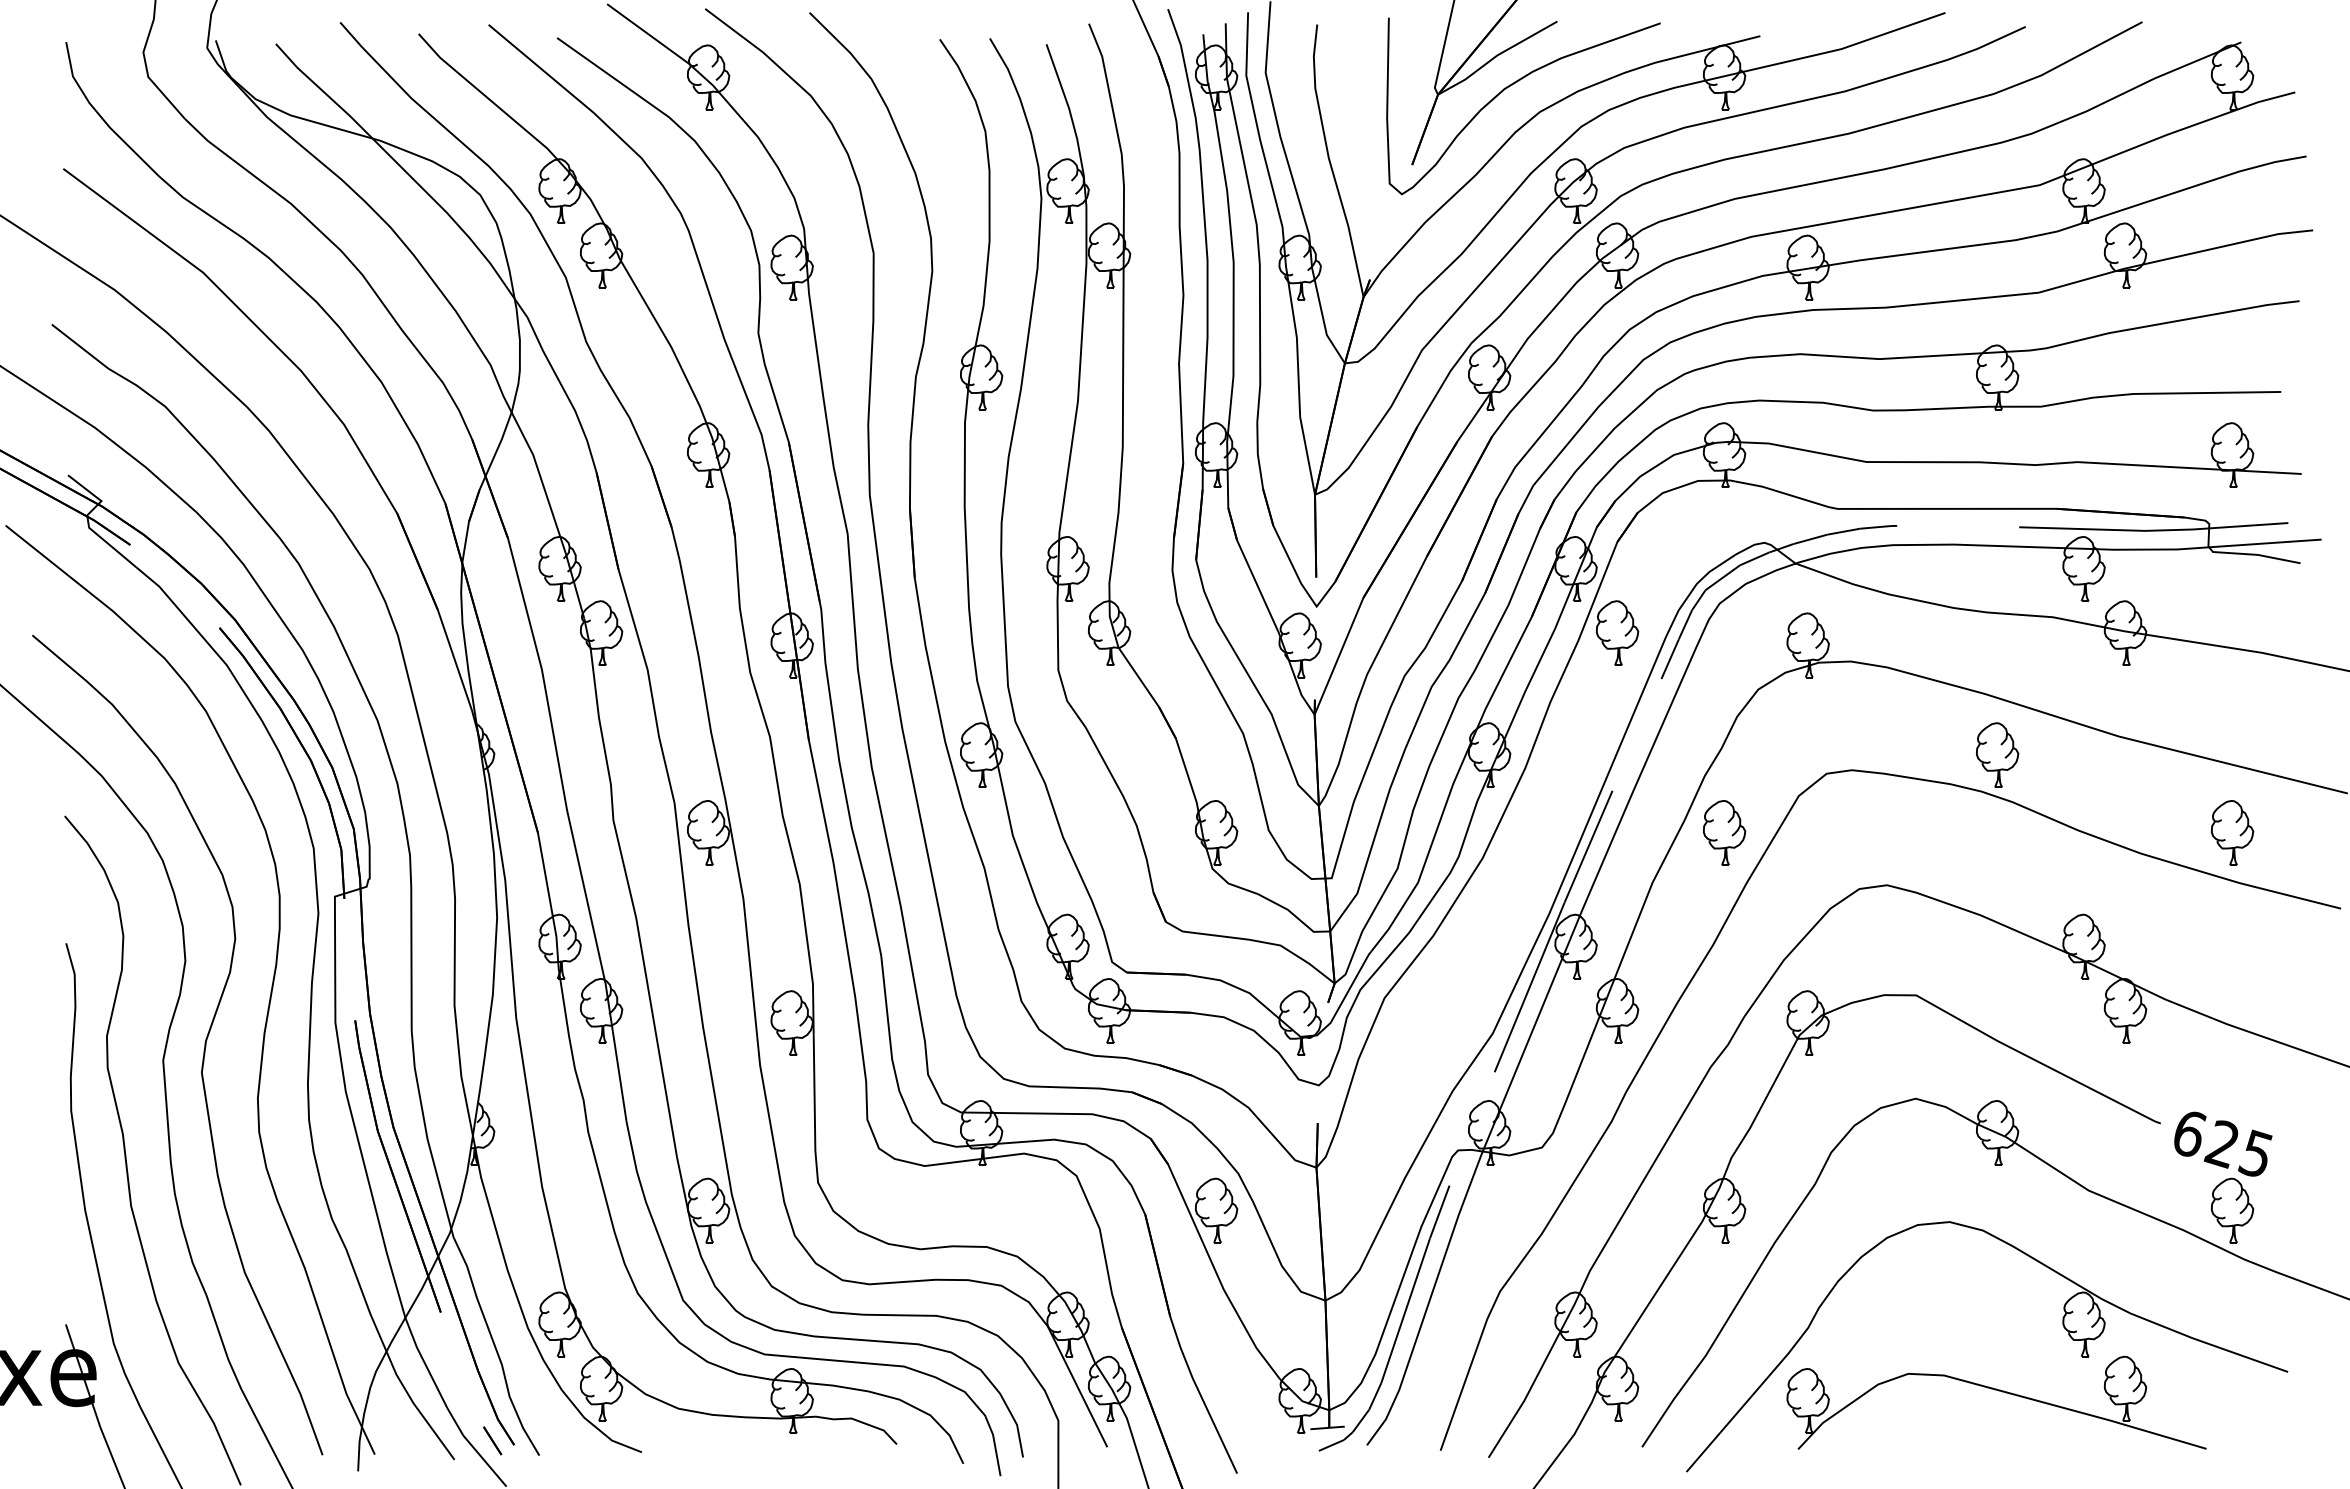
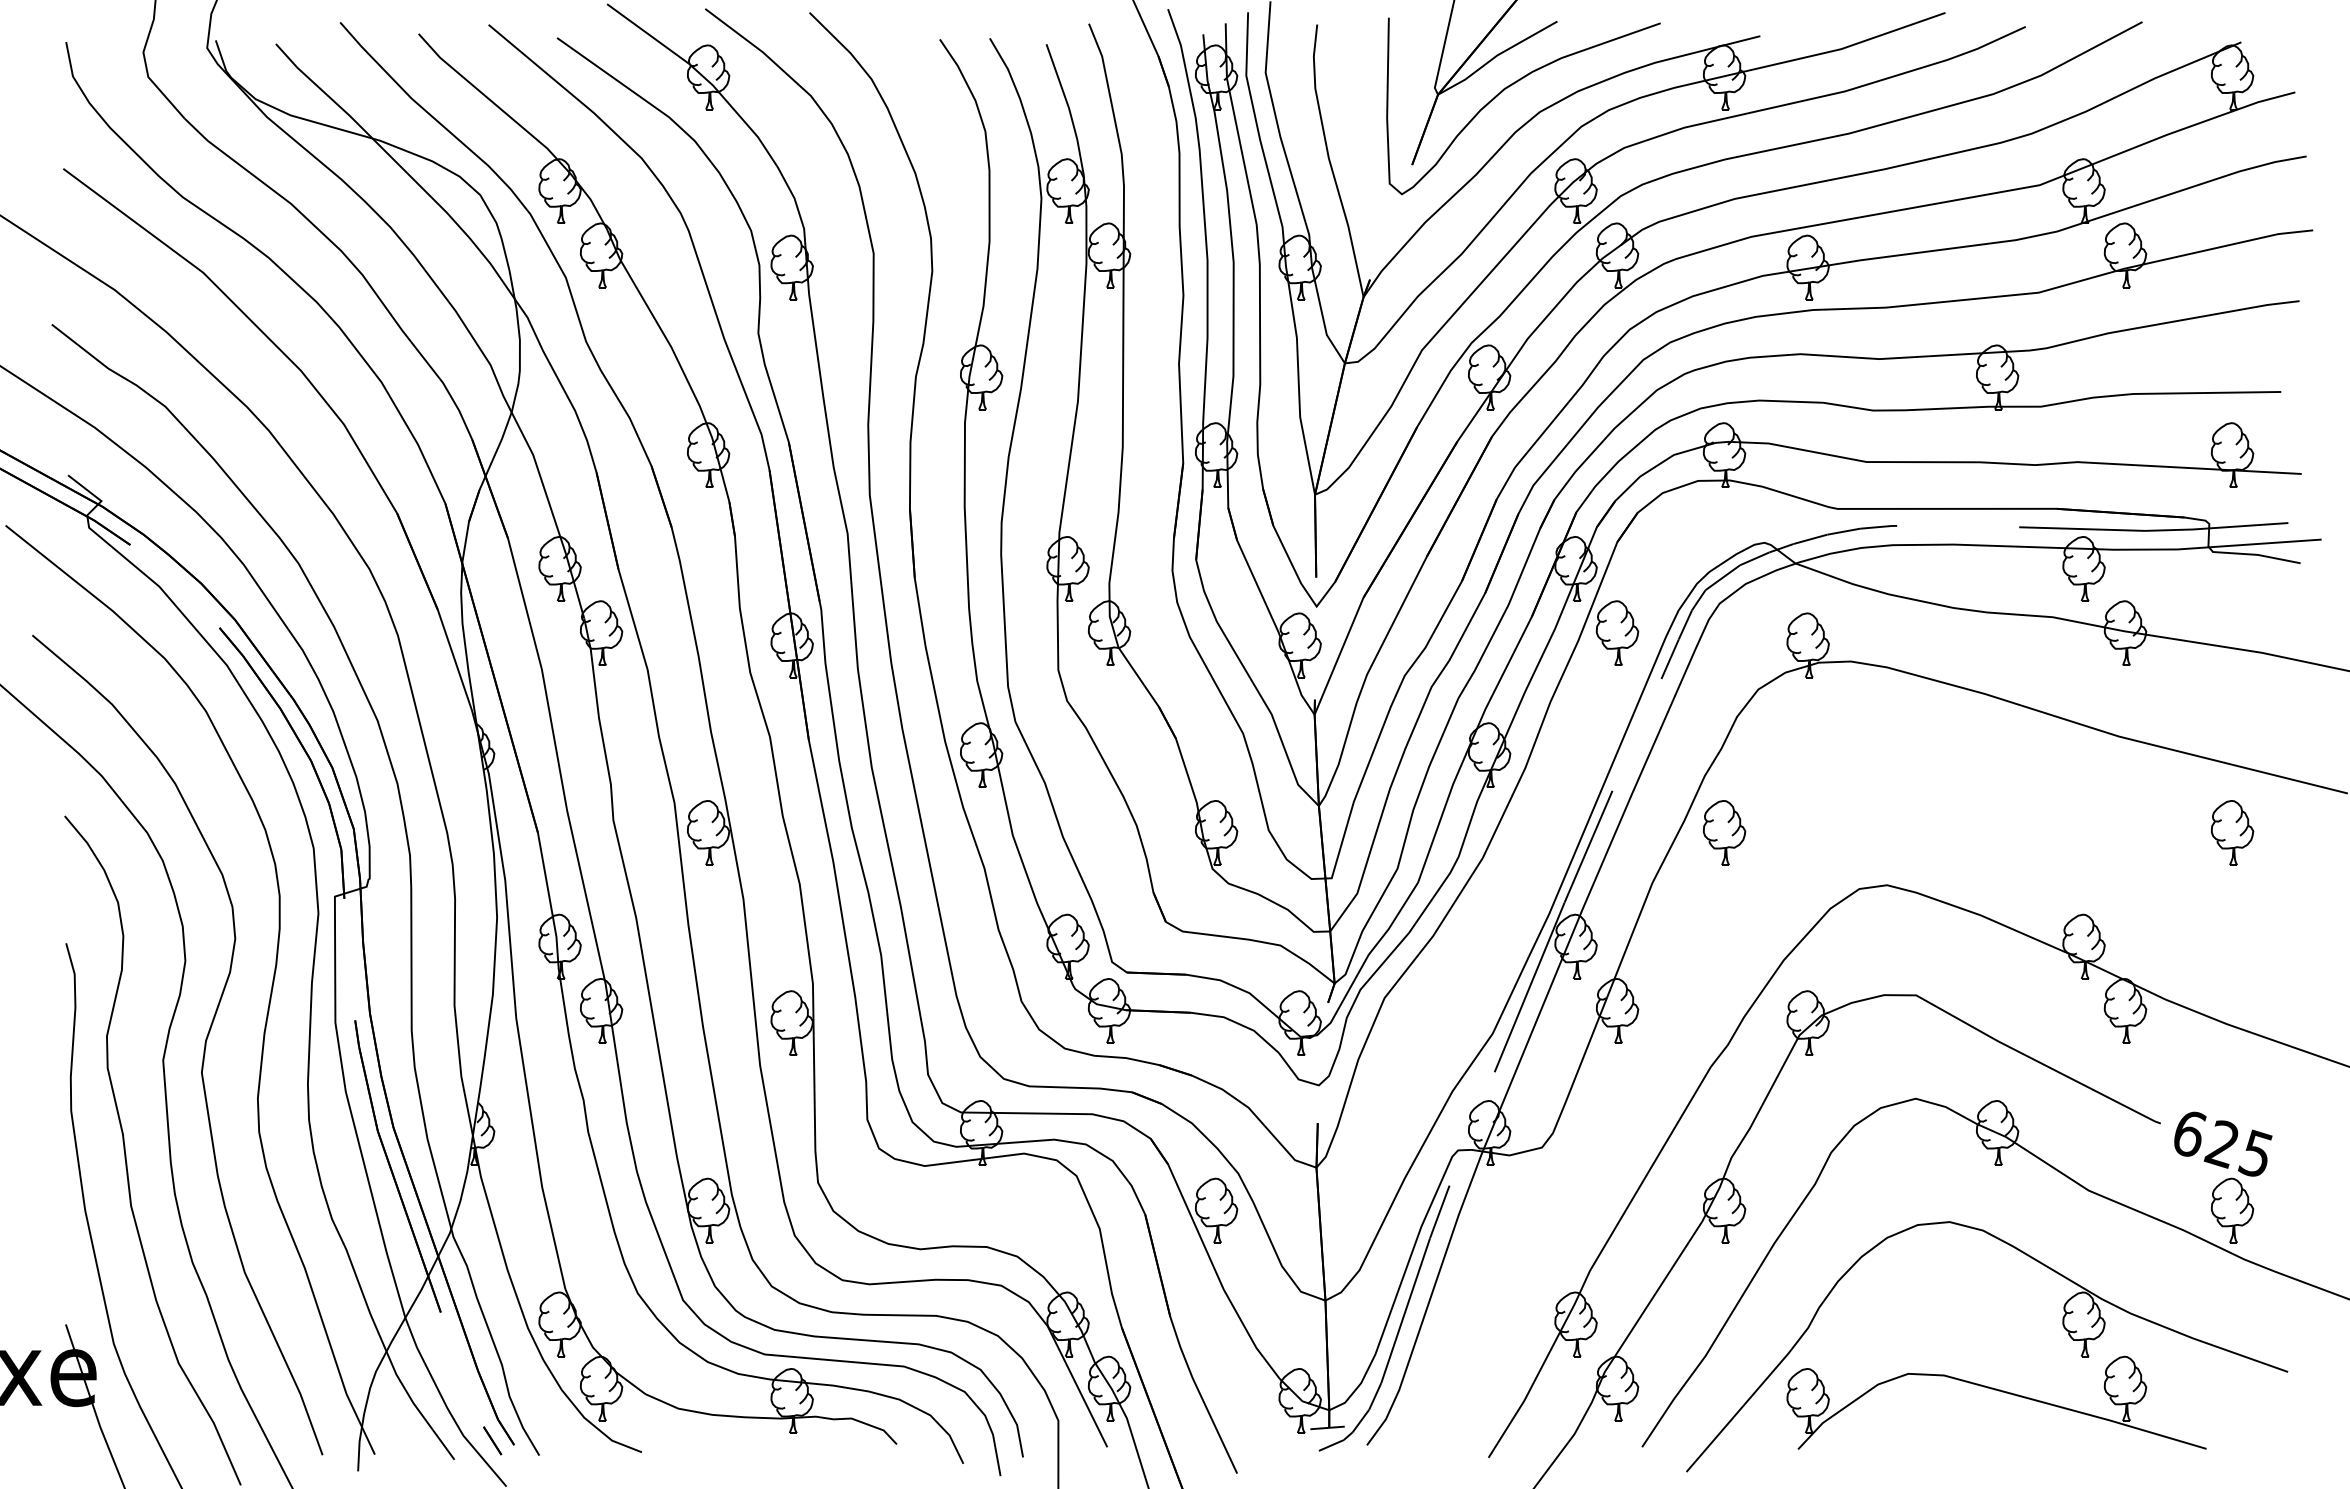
part at (1699, 969): present -> none
